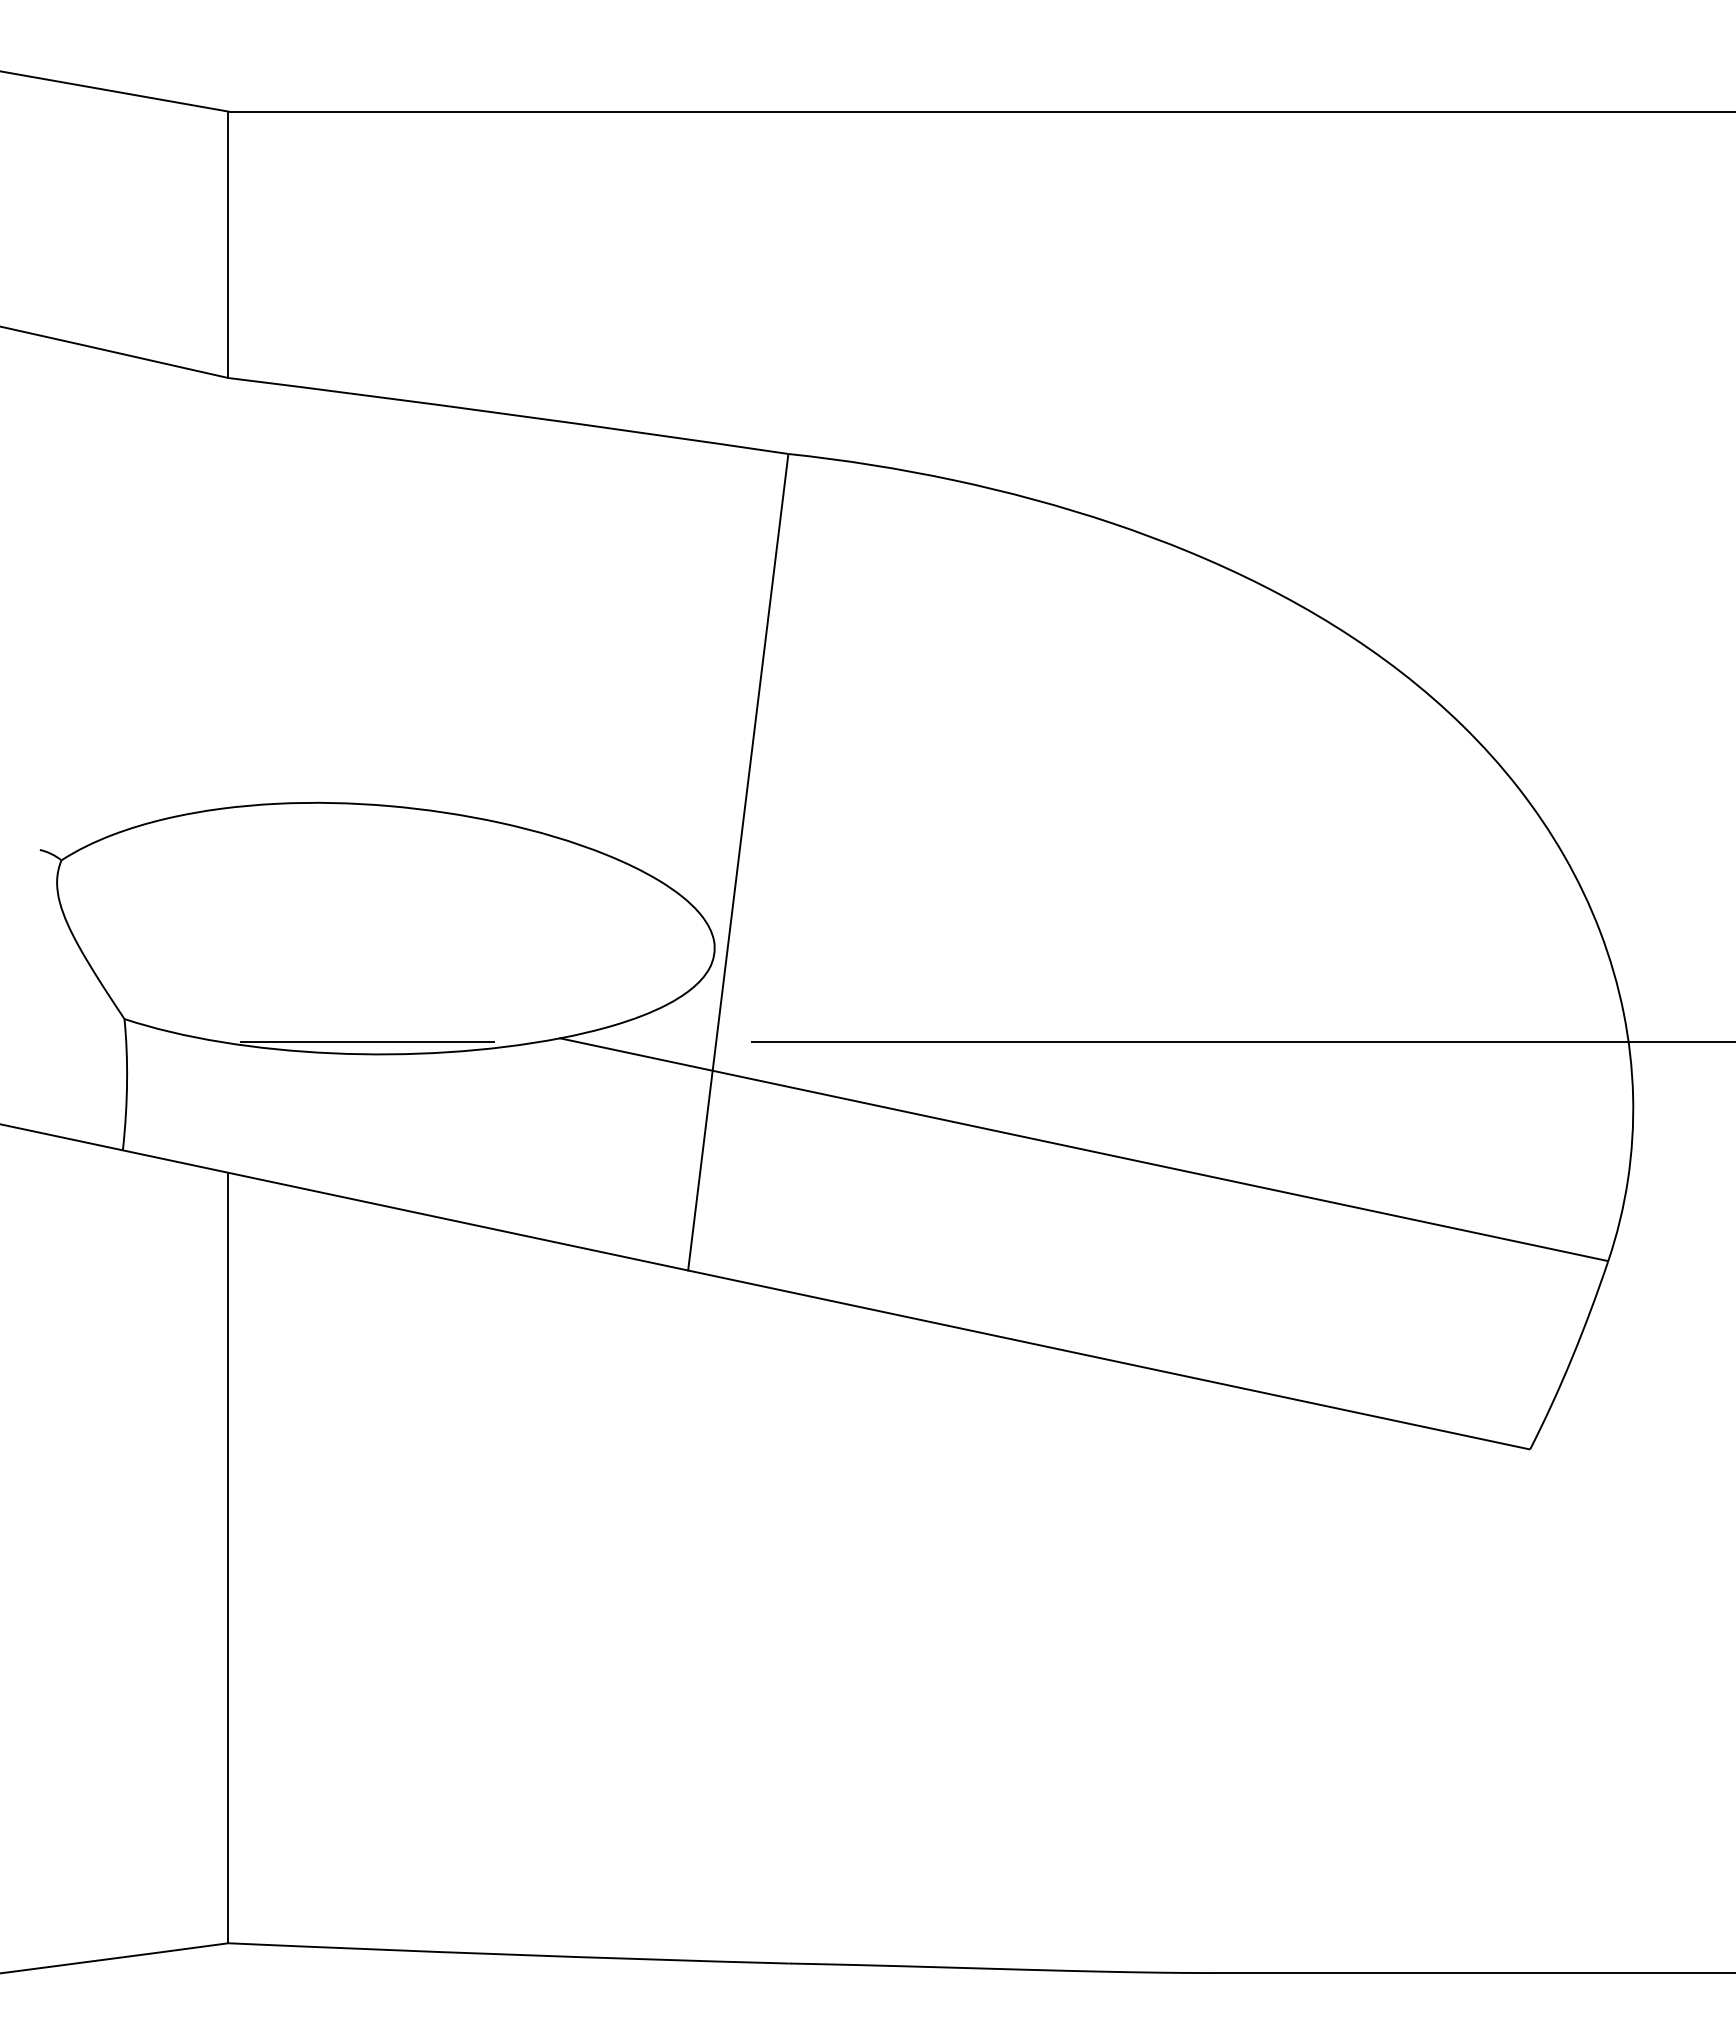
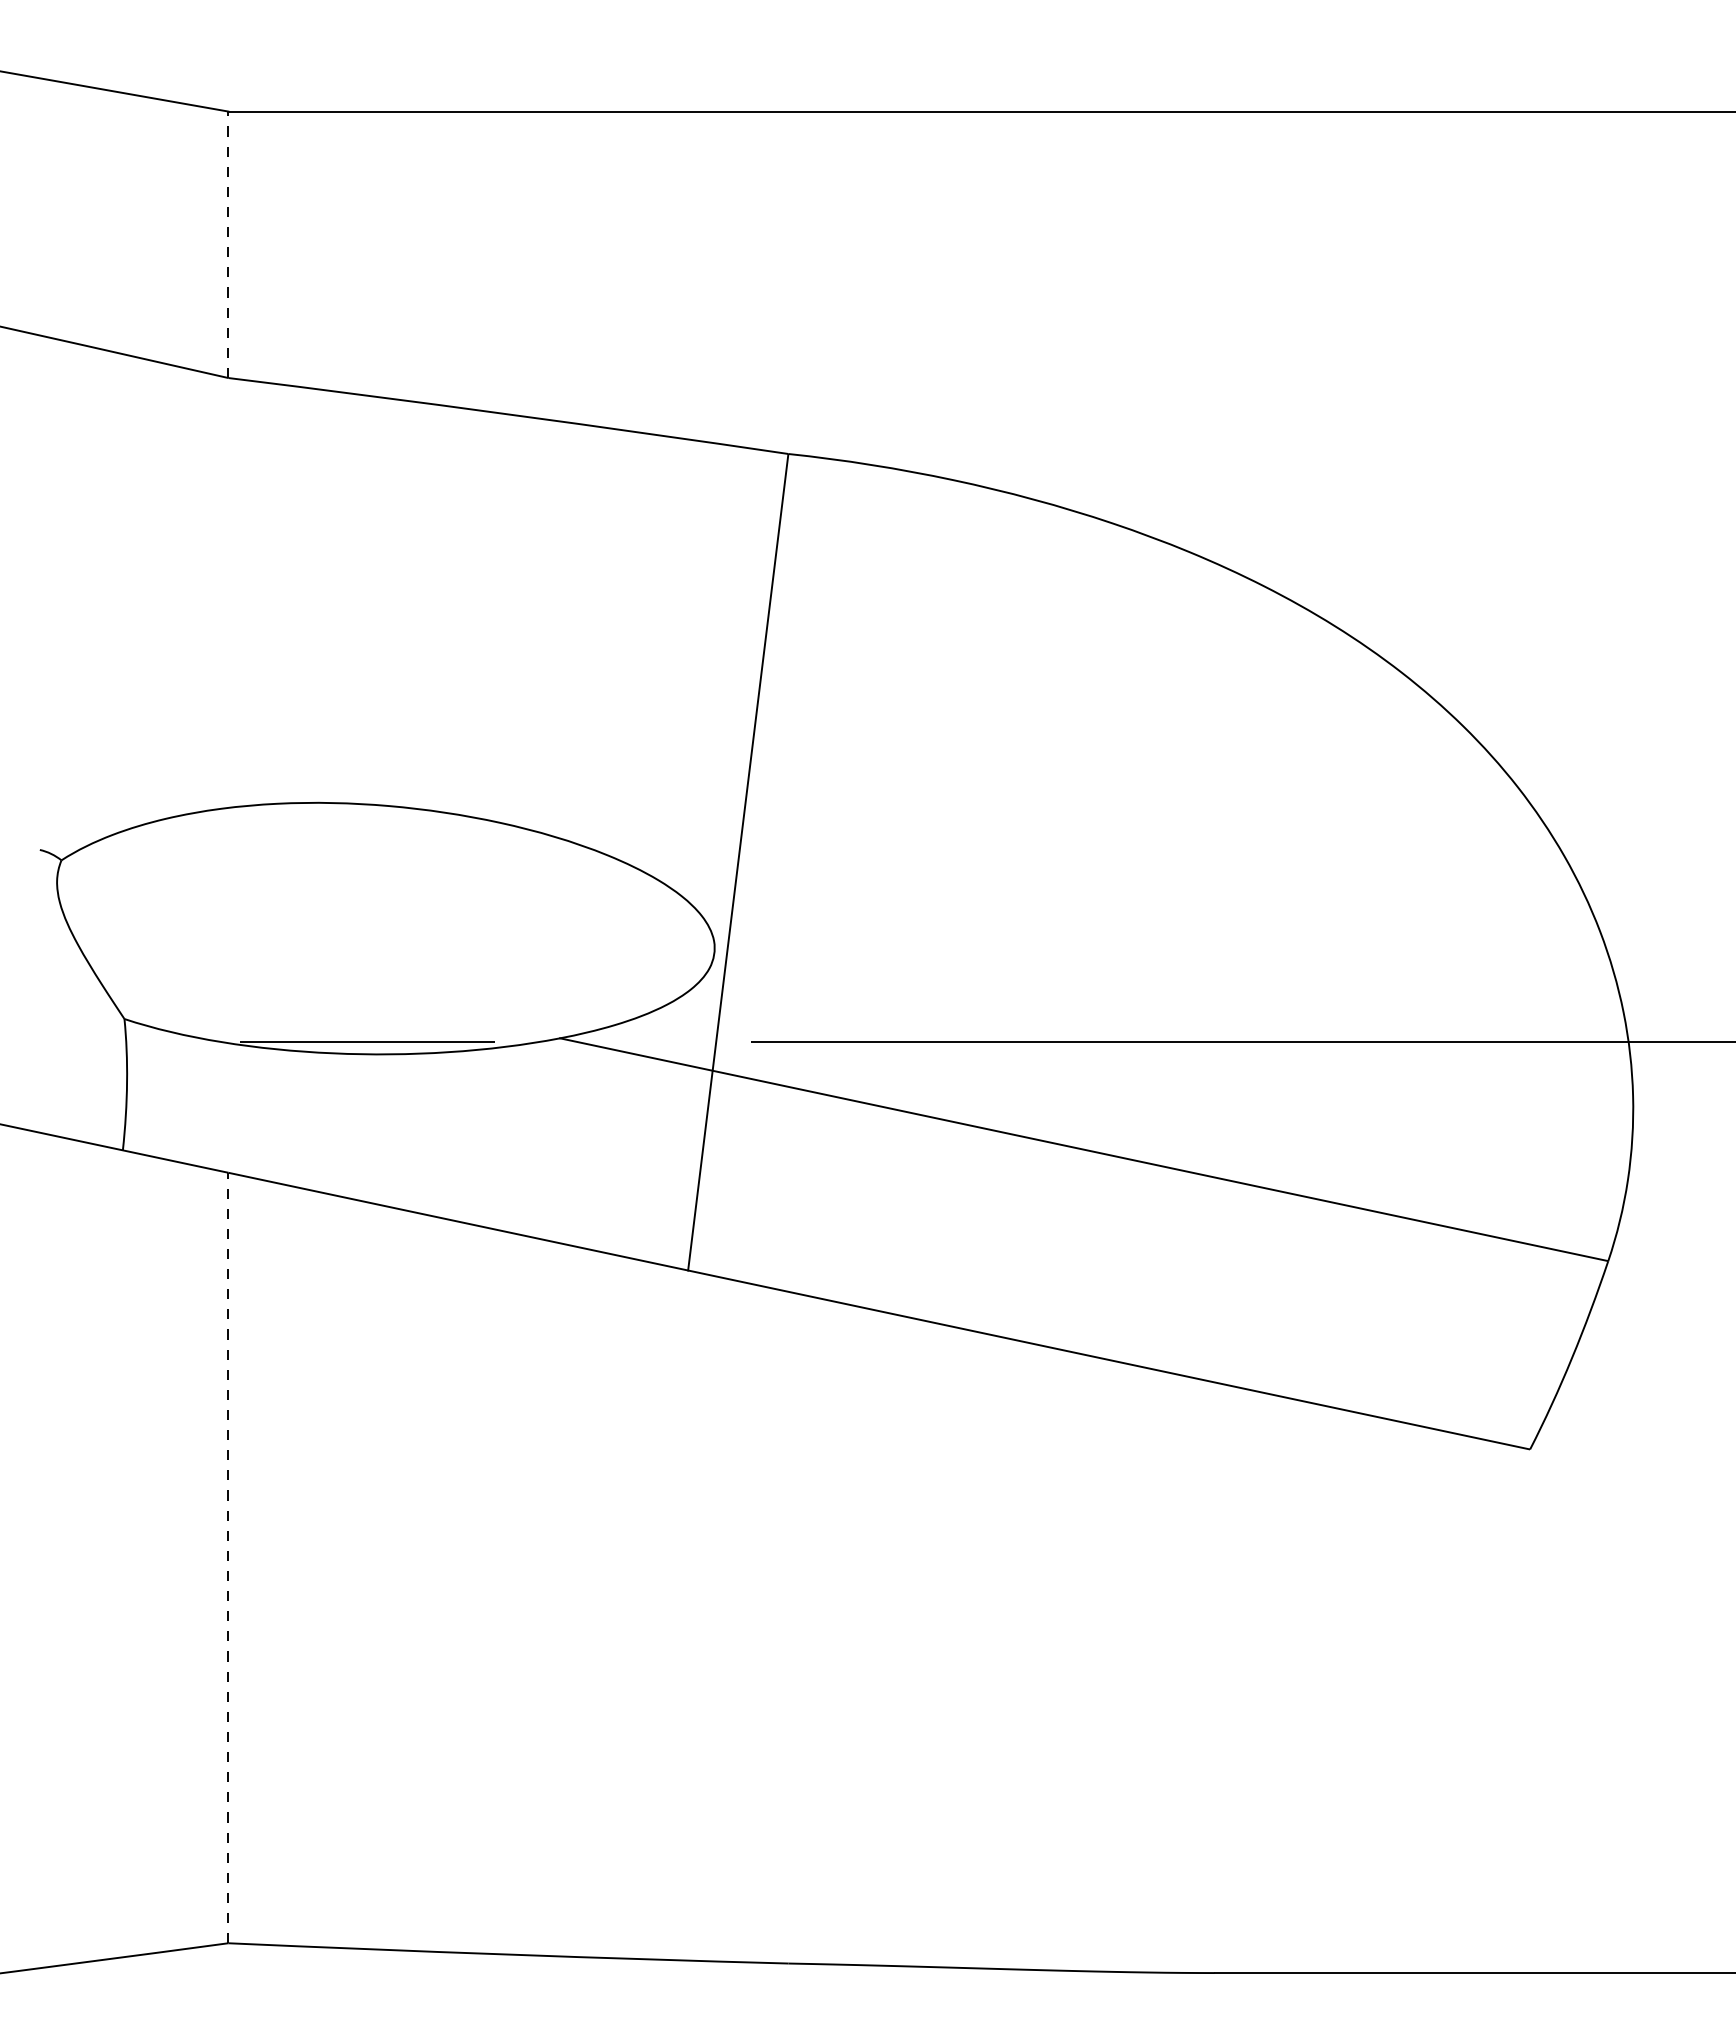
line at (228, 244): solid -> dashed
line at (228, 1557): solid -> dashed
